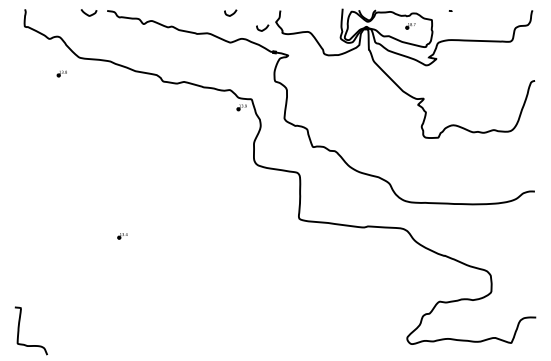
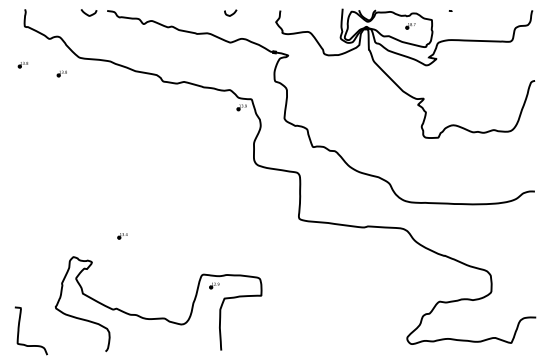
curve at (262, 29): present -> none
part at (22, 65): none -> present
part at (158, 317): none -> present
